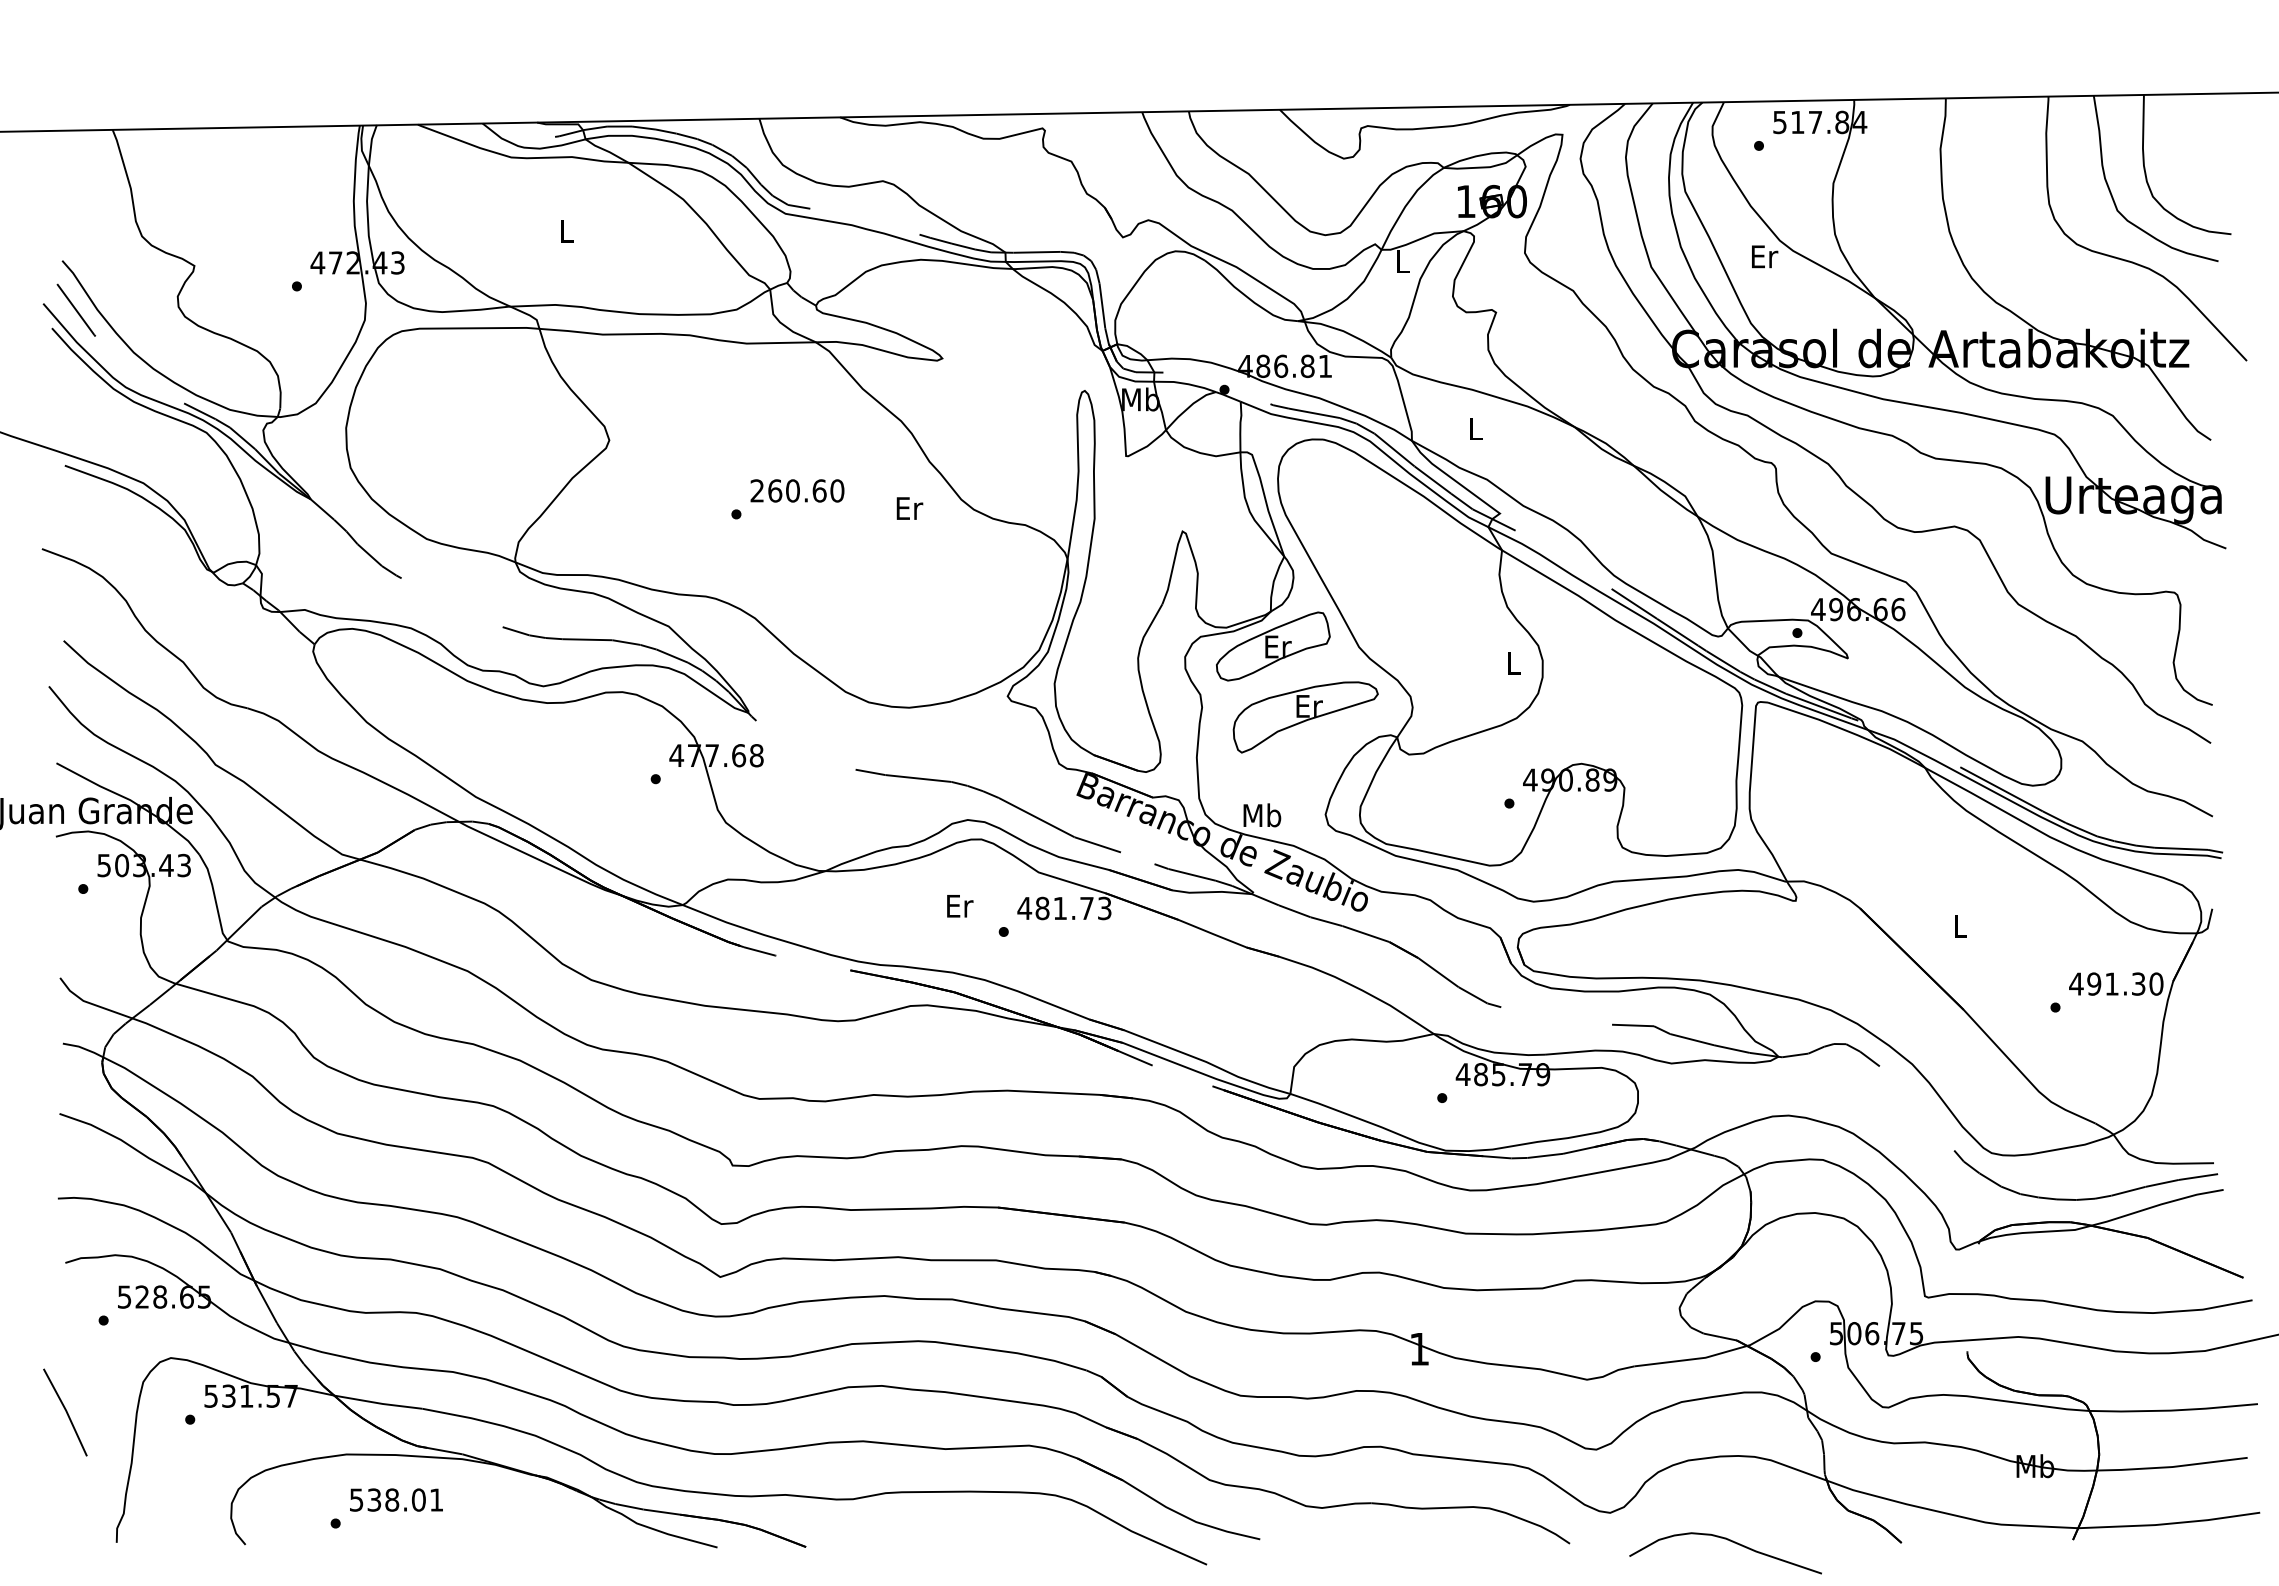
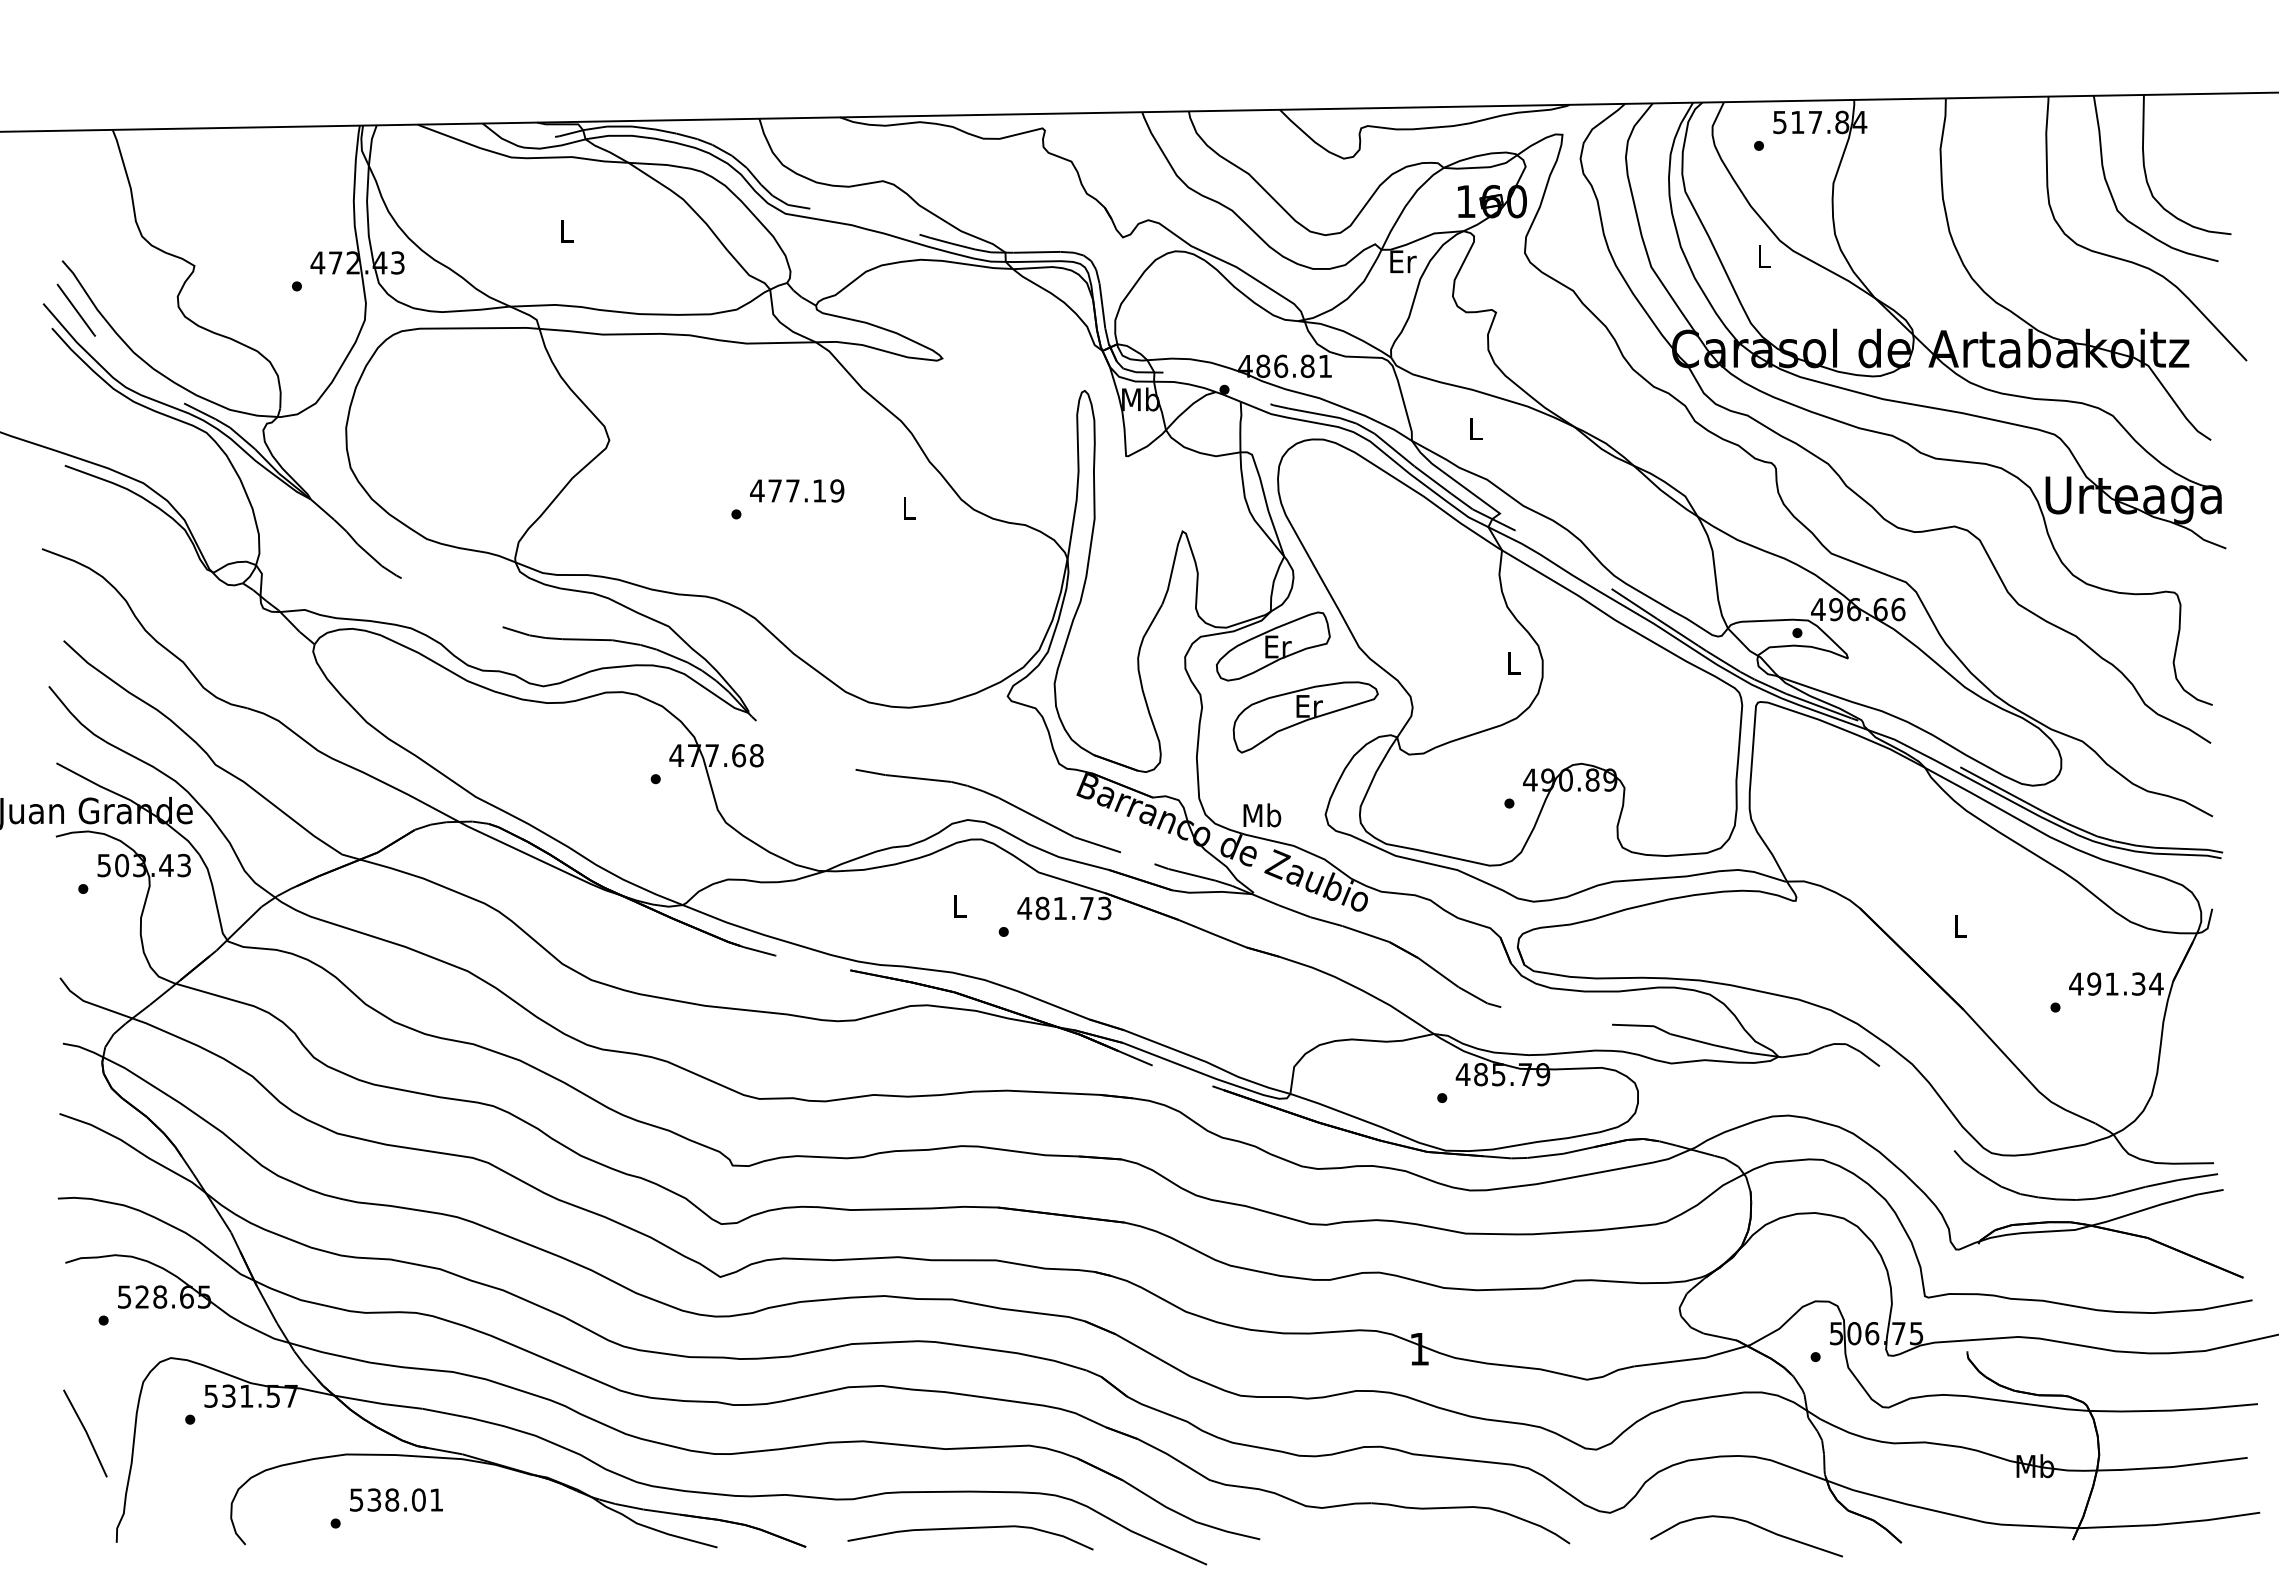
text at (1765, 256): Er -> L
text at (1403, 261): L -> Er
text at (797, 490): 260.60 -> 477.19
text at (909, 508): Er -> L
text at (960, 906): Er -> L
text at (2156, 983): 491.30 -> 491.34
line at (65, 1411) position: (65, 1411) -> (85, 1432)
curve at (970, 1528): none -> present
curve at (1729, 1541) position: (1729, 1541) -> (1750, 1524)
